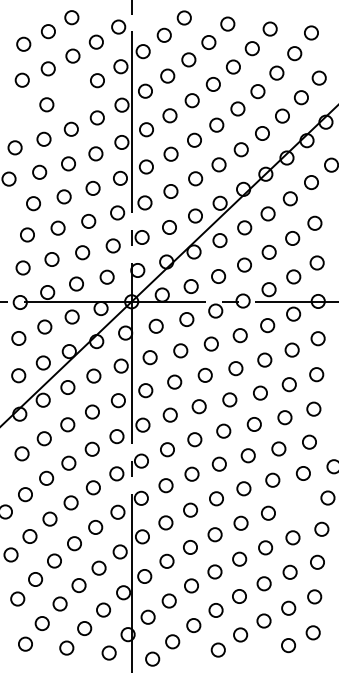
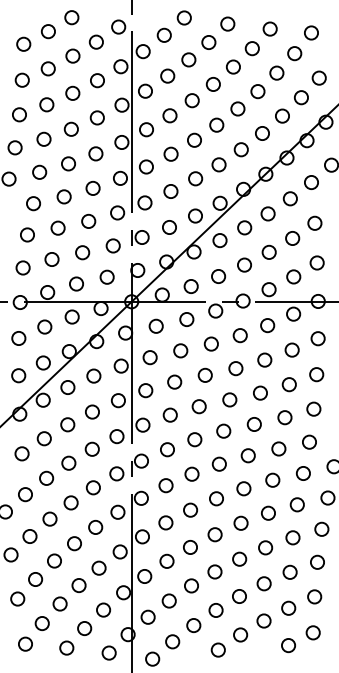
circle at (72, 92): none -> present
circle at (19, 114): none -> present
circle at (296, 504): none -> present
